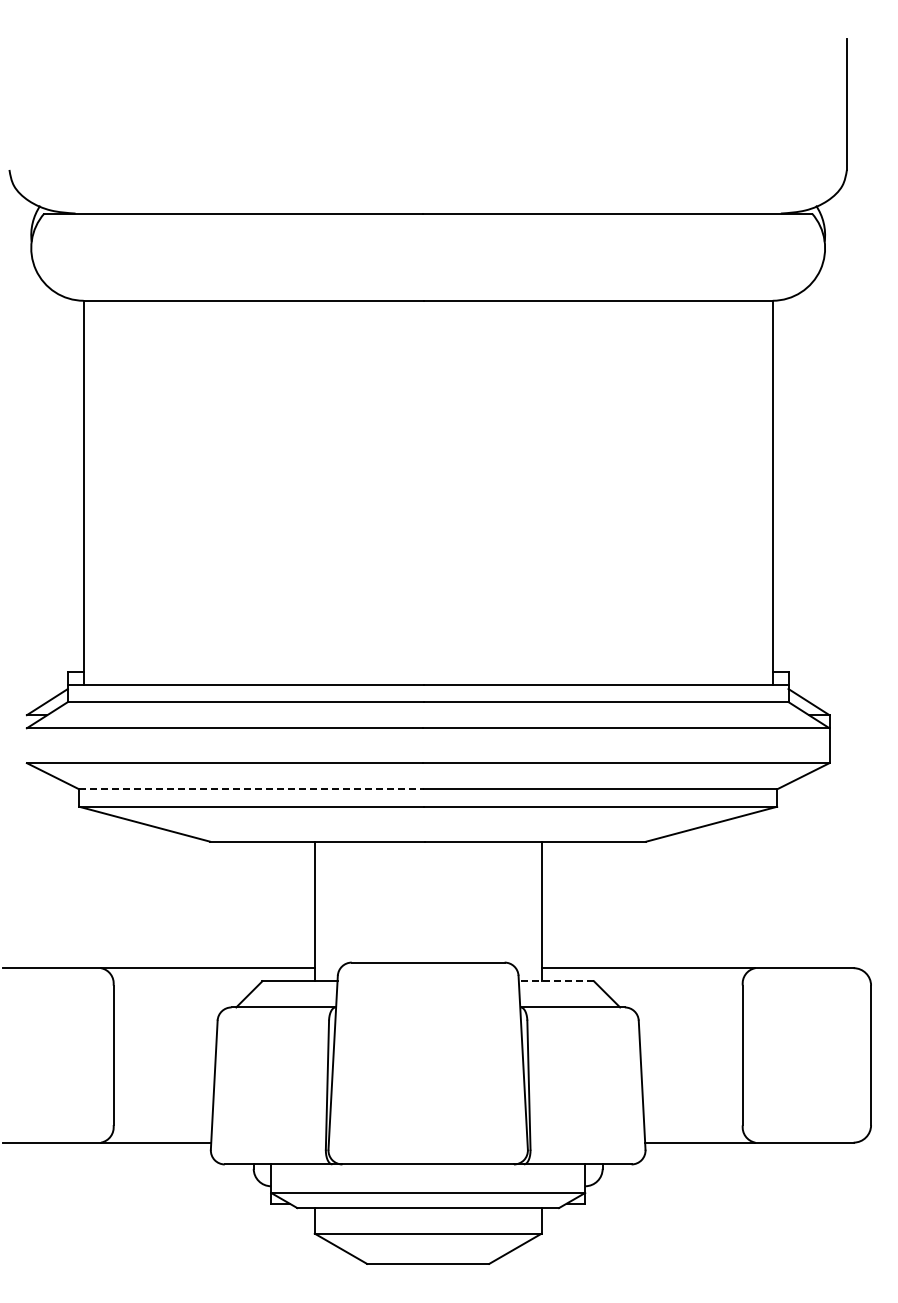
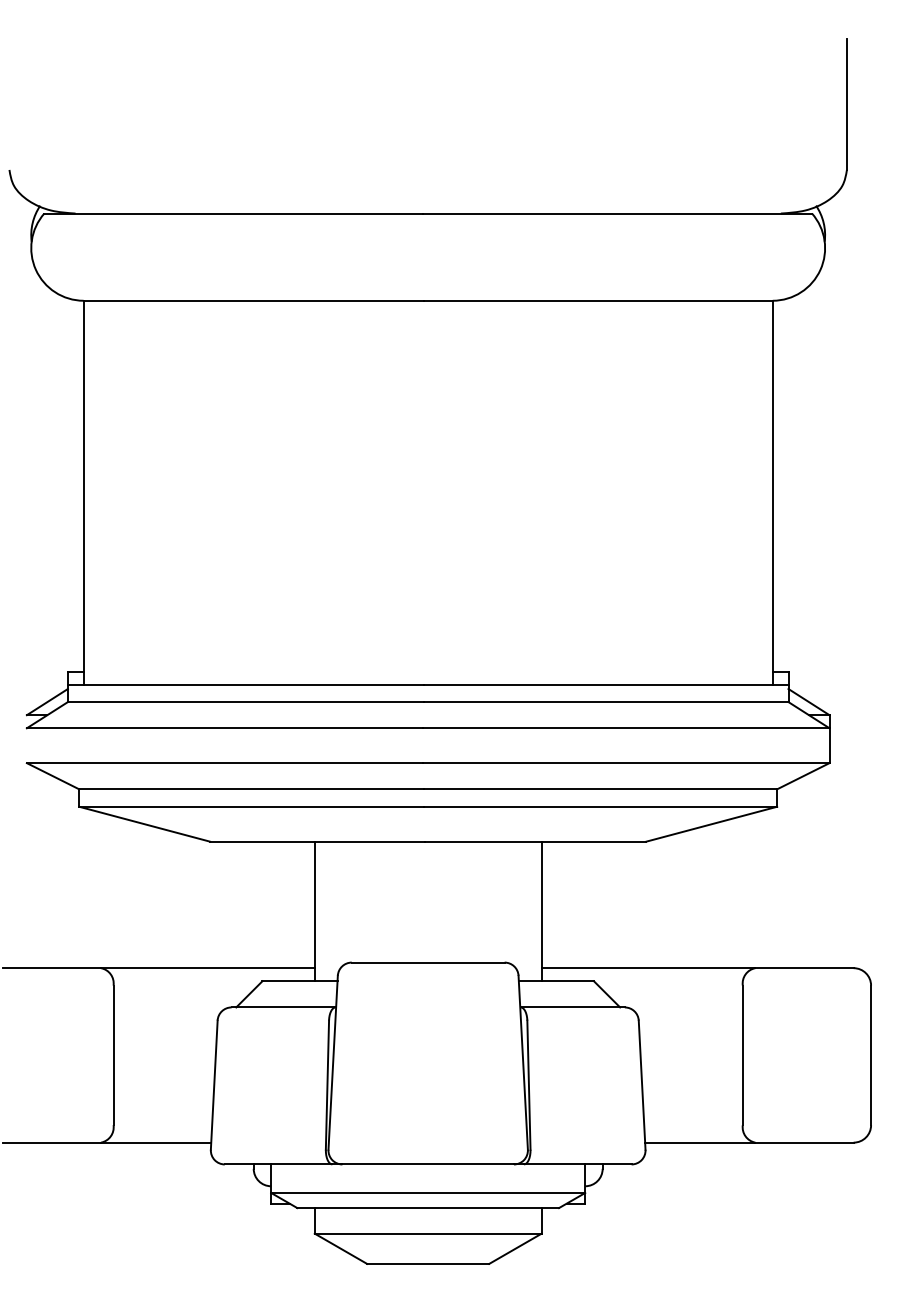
line at (251, 789): dashed -> solid
line at (556, 981): dashed -> solid
